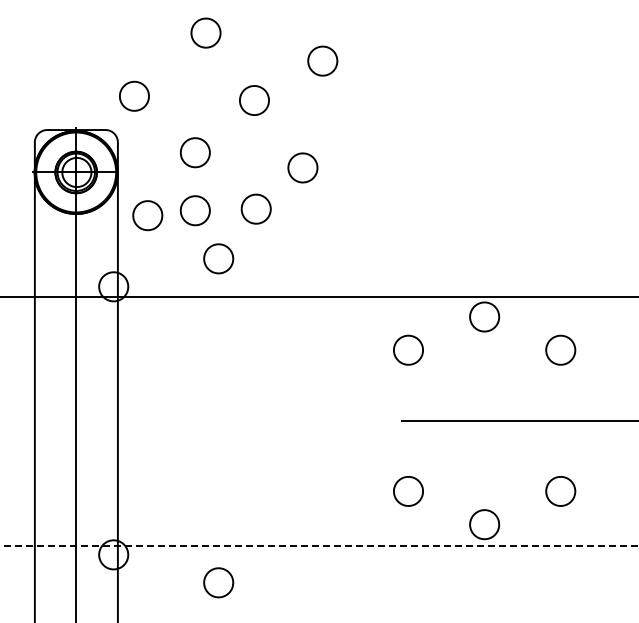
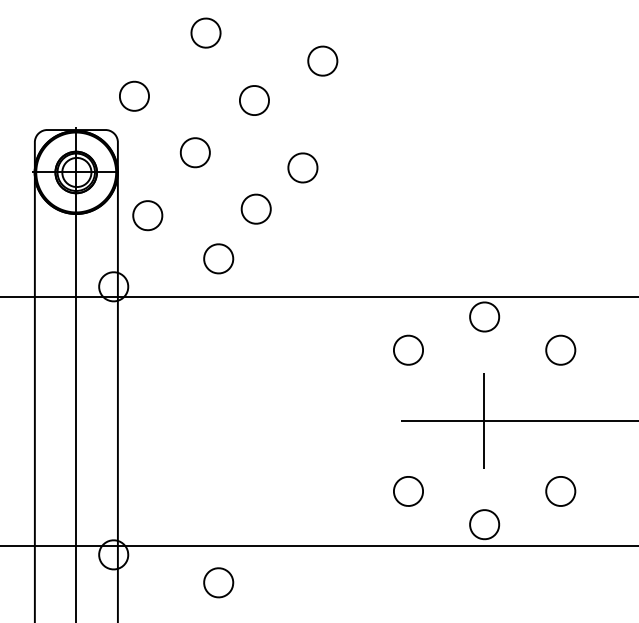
part at (195, 210): present -> none
line at (484, 420): none -> present
line at (320, 545): dashed -> solid
